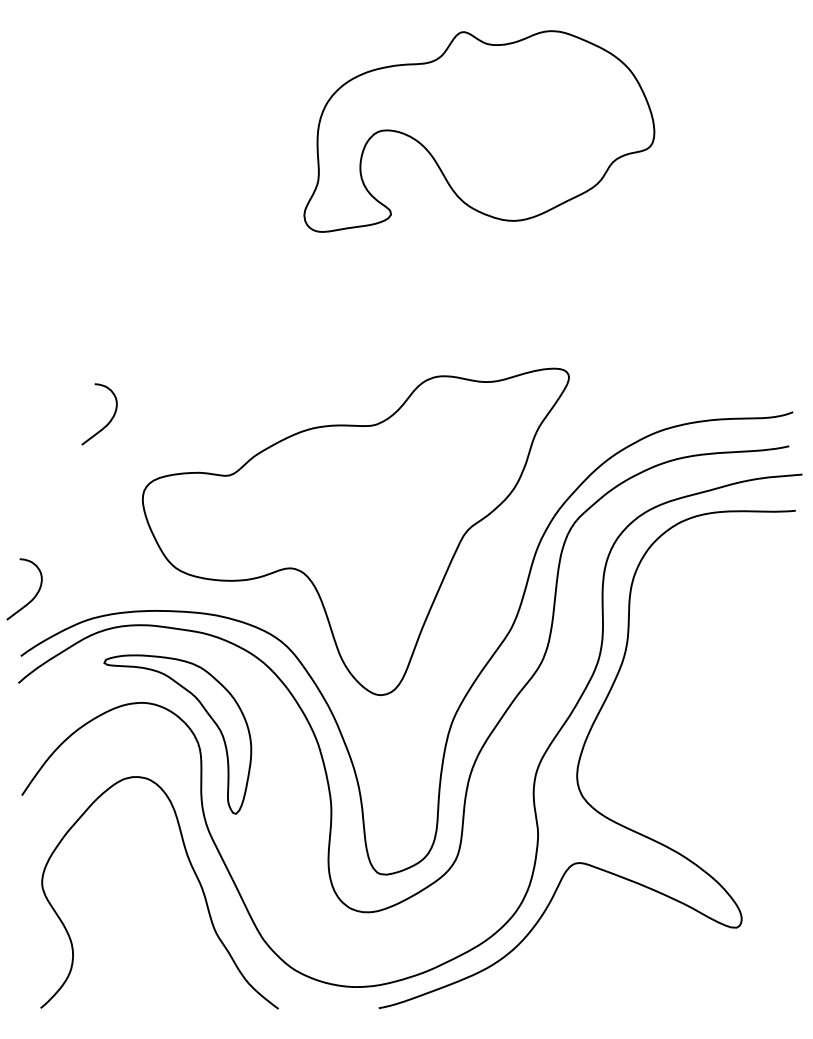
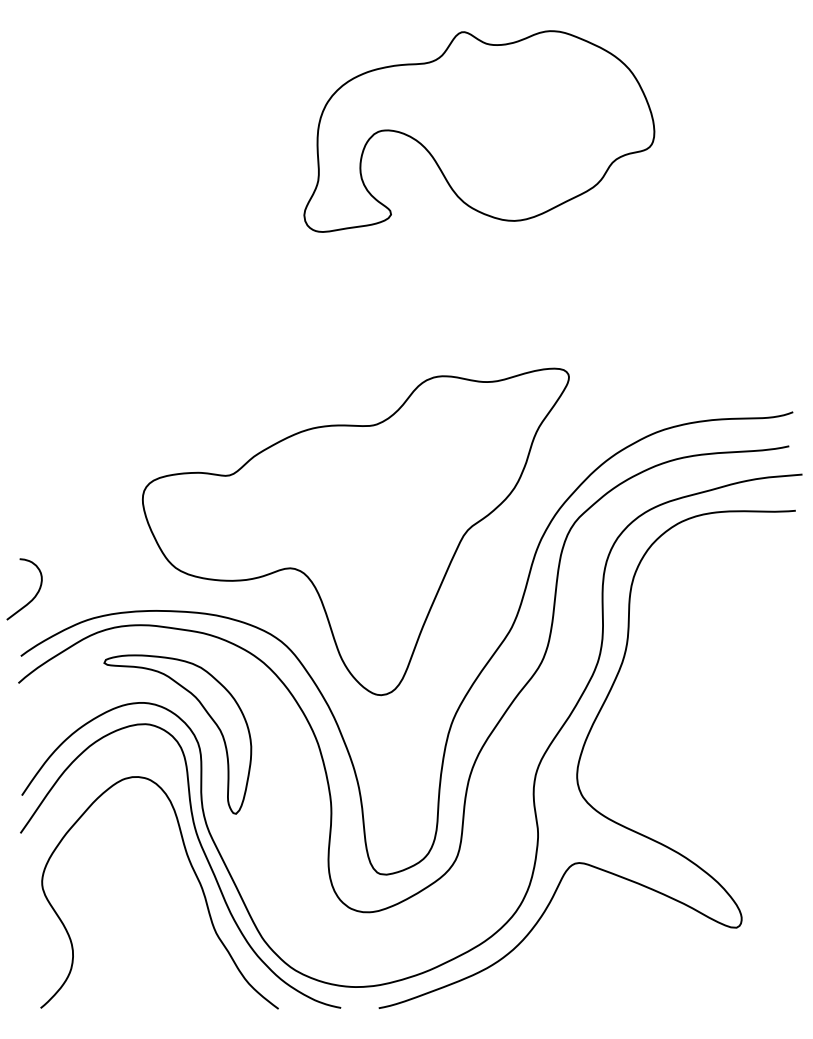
curve at (108, 422): present -> none
curve at (203, 853): none -> present
